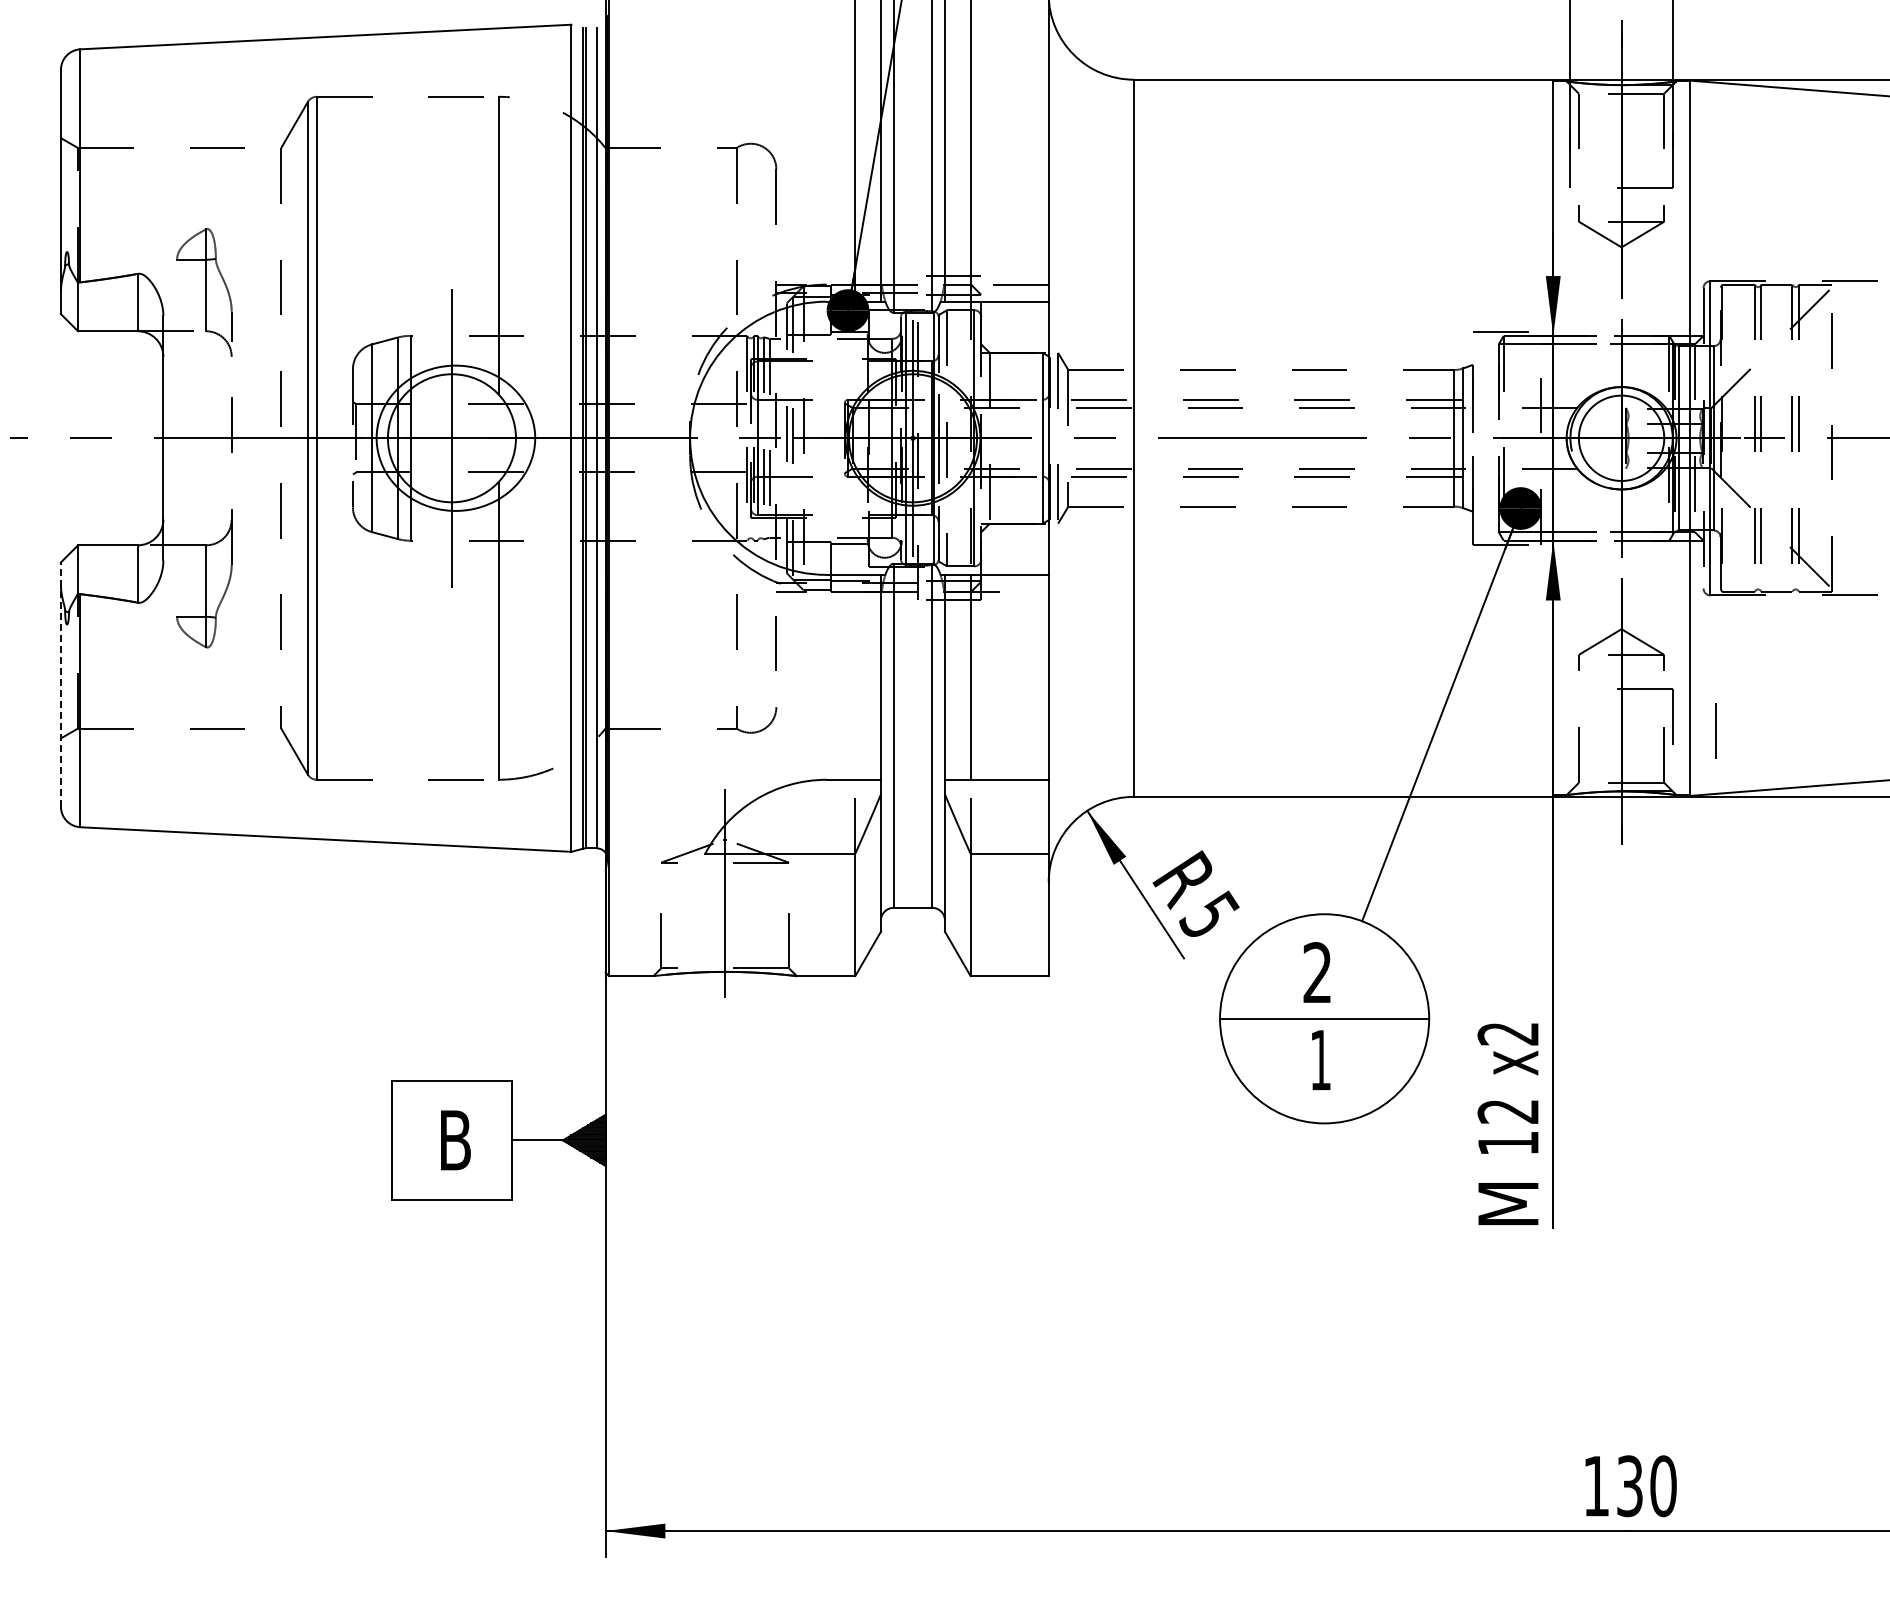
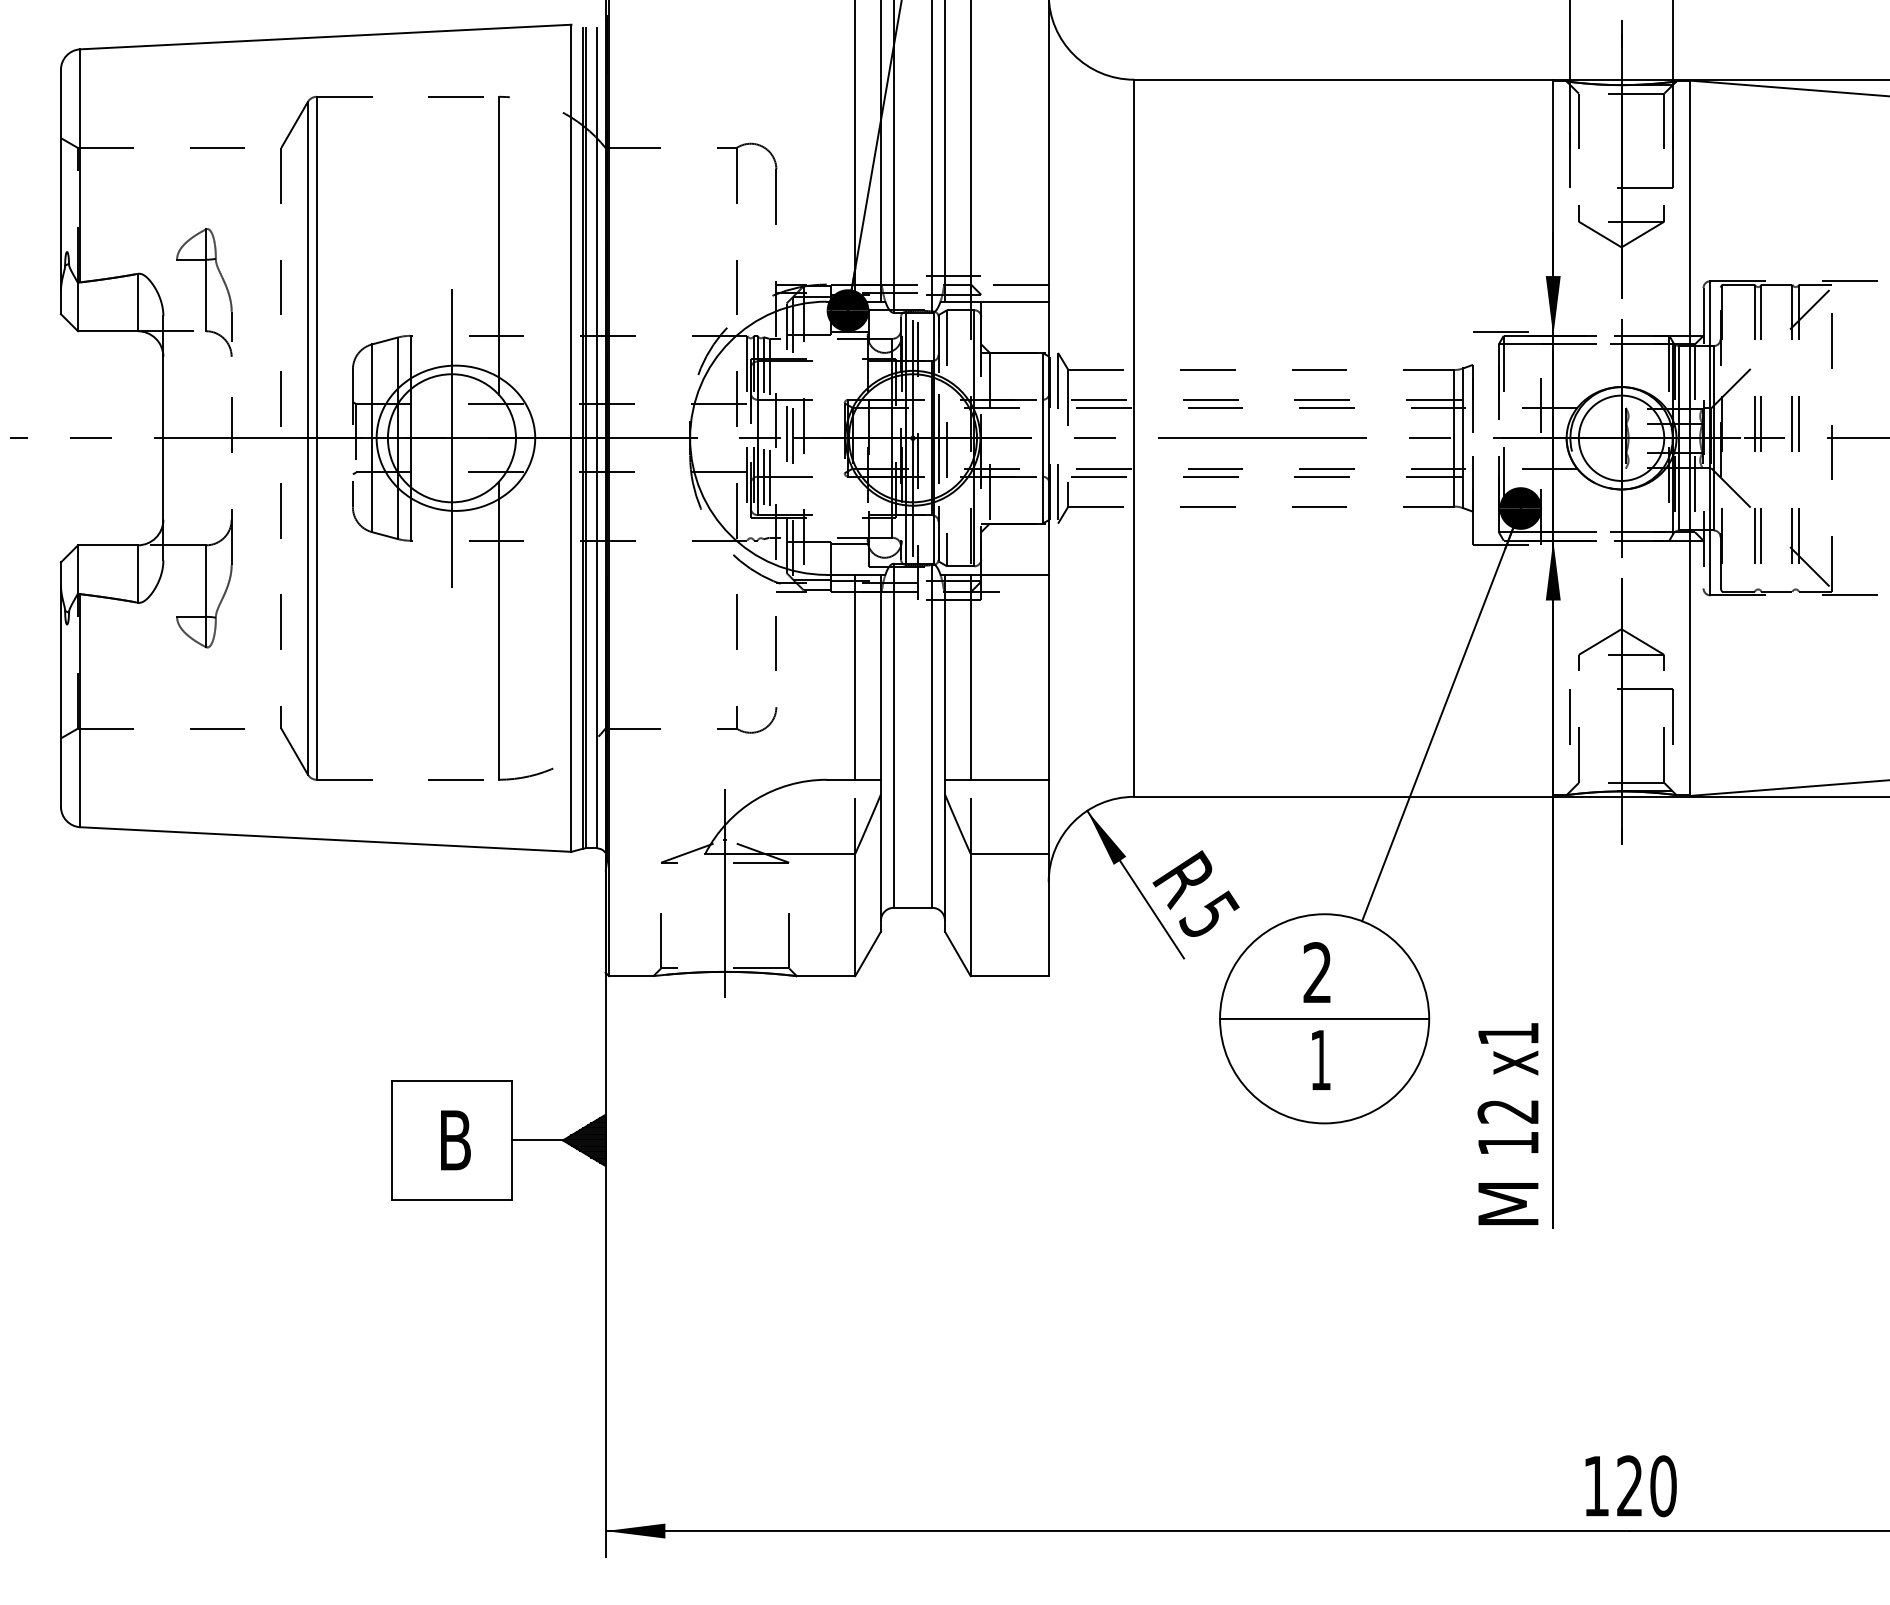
line at (855, 676): none -> present
line at (60, 684): dashed -> solid
line at (1715, 730) position: (1715, 730) -> (1569, 716)
text at (1507, 1034): x2 -> x1
text at (1629, 1486): 130 -> 120
